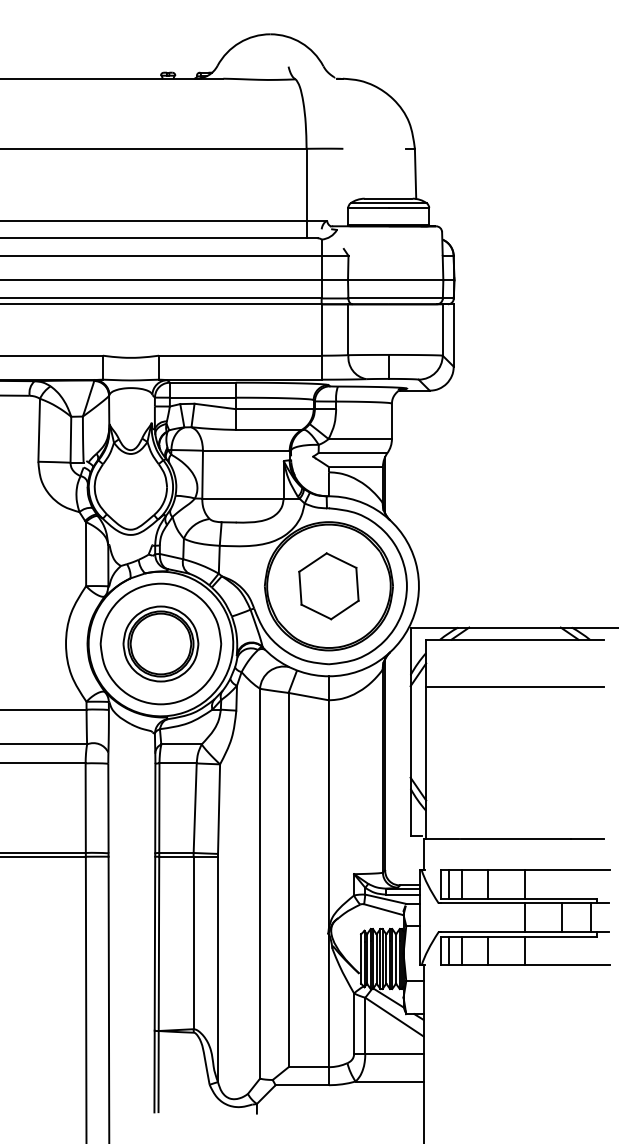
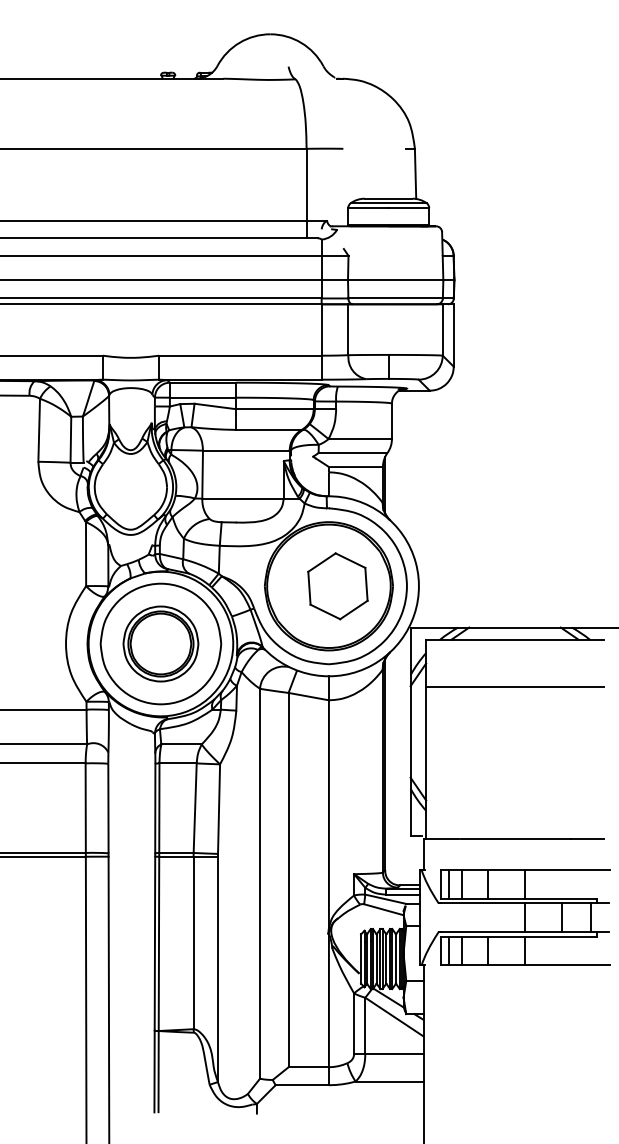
part at (328, 586) position: (328, 586) -> (337, 586)
